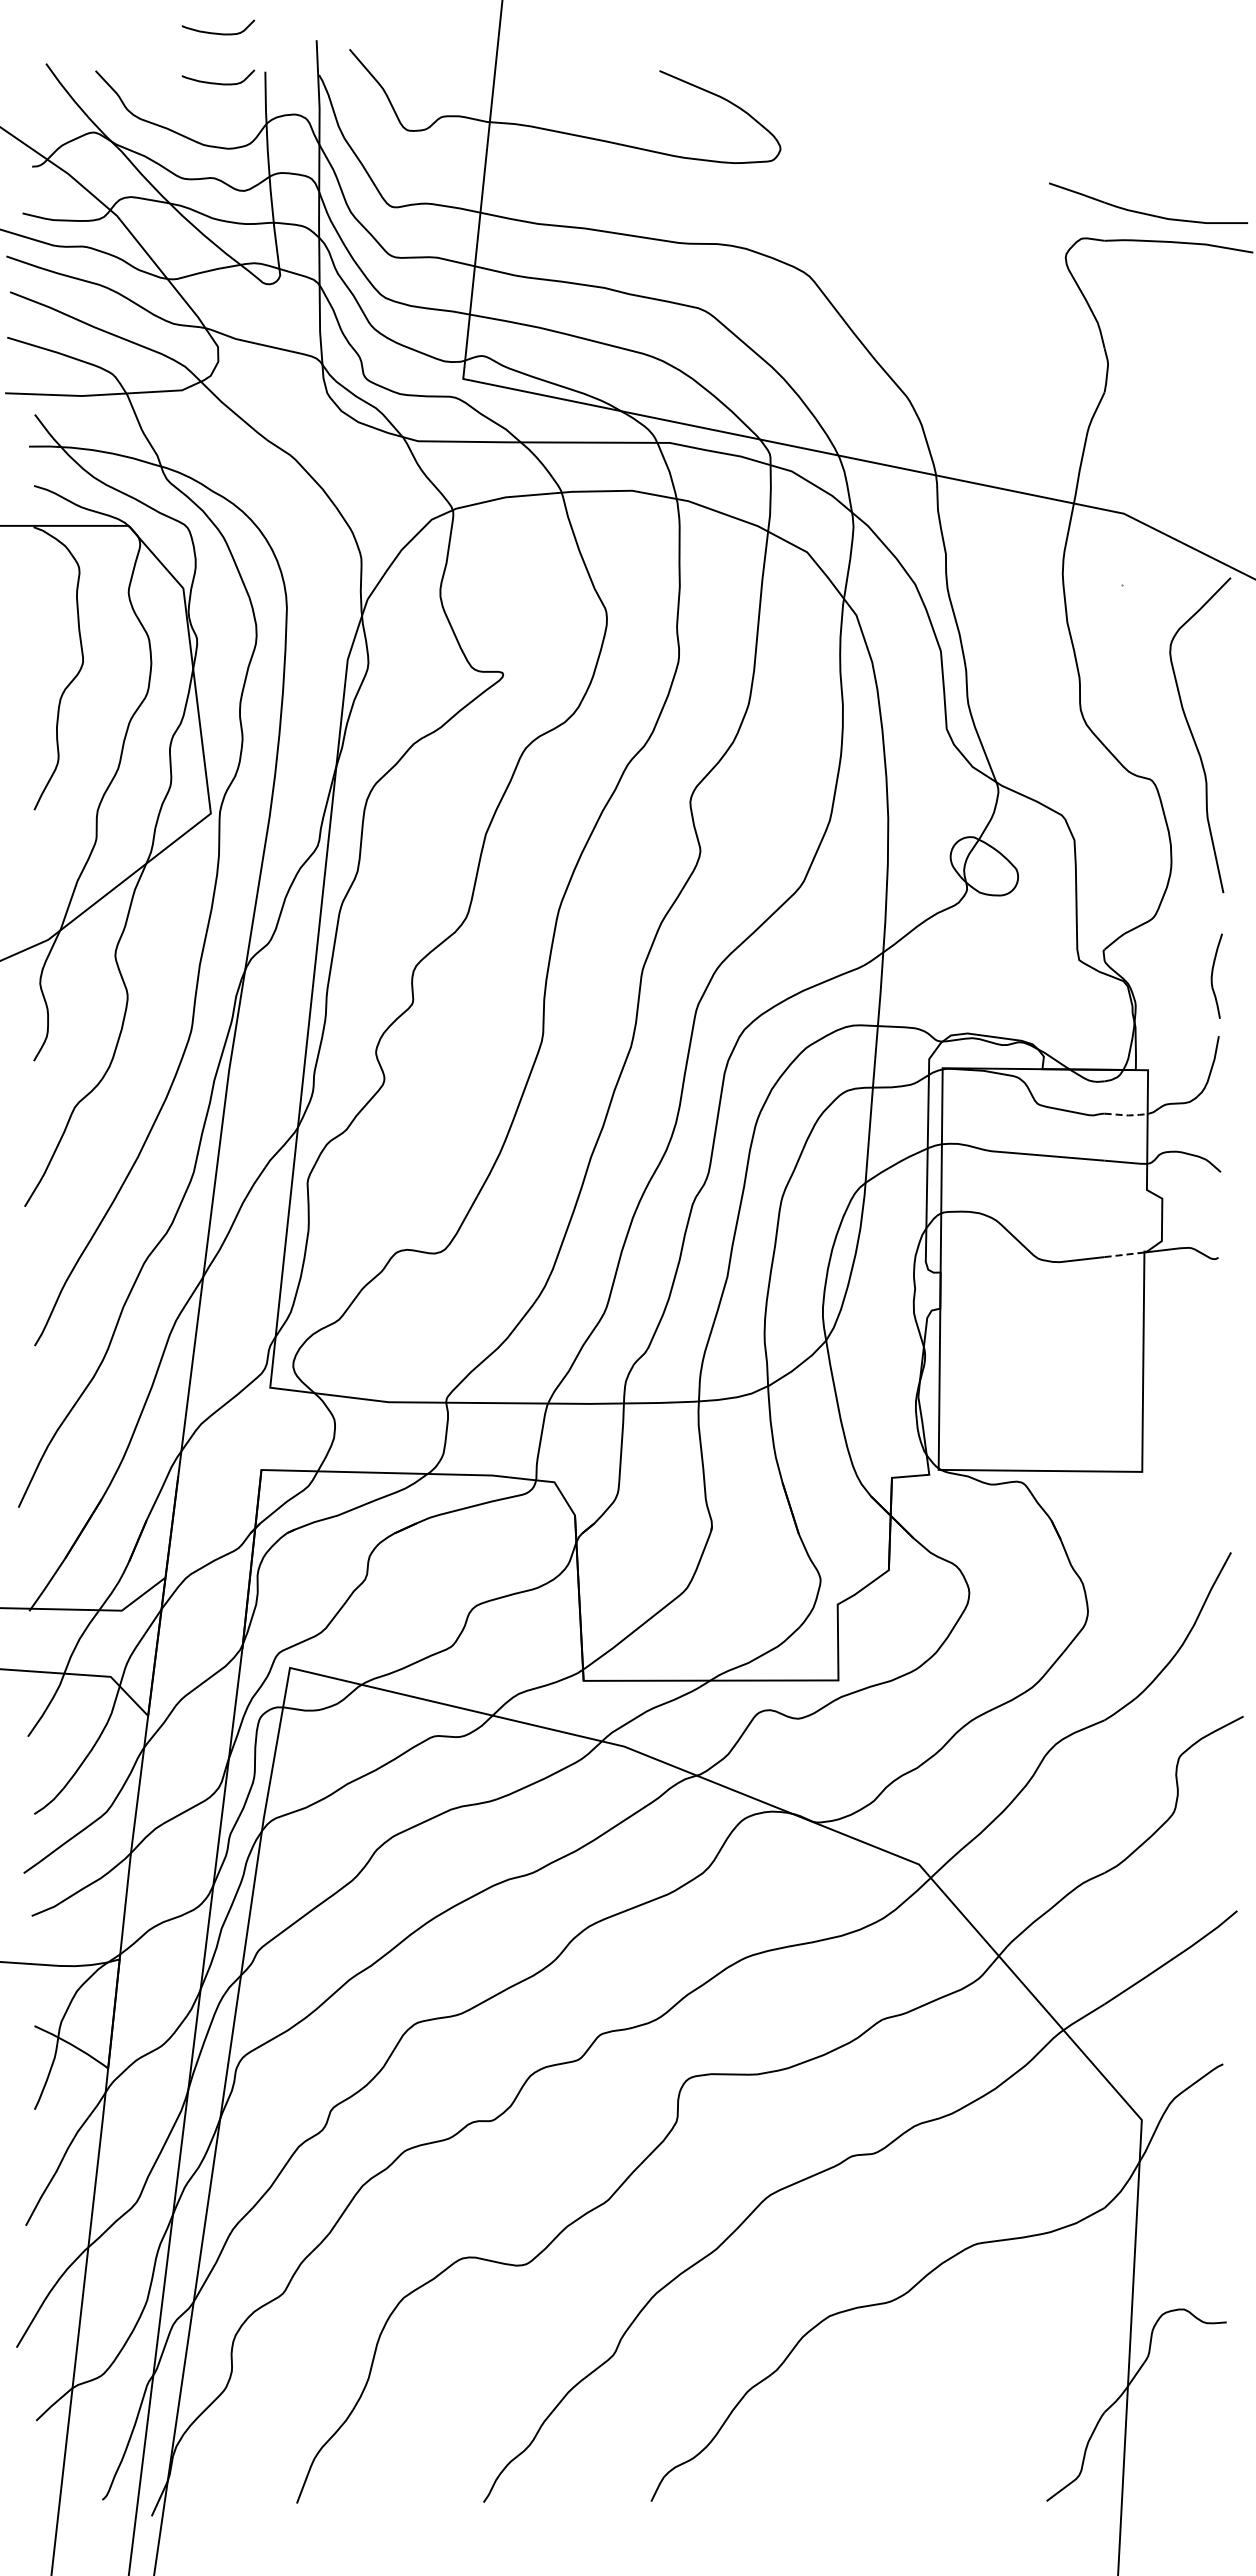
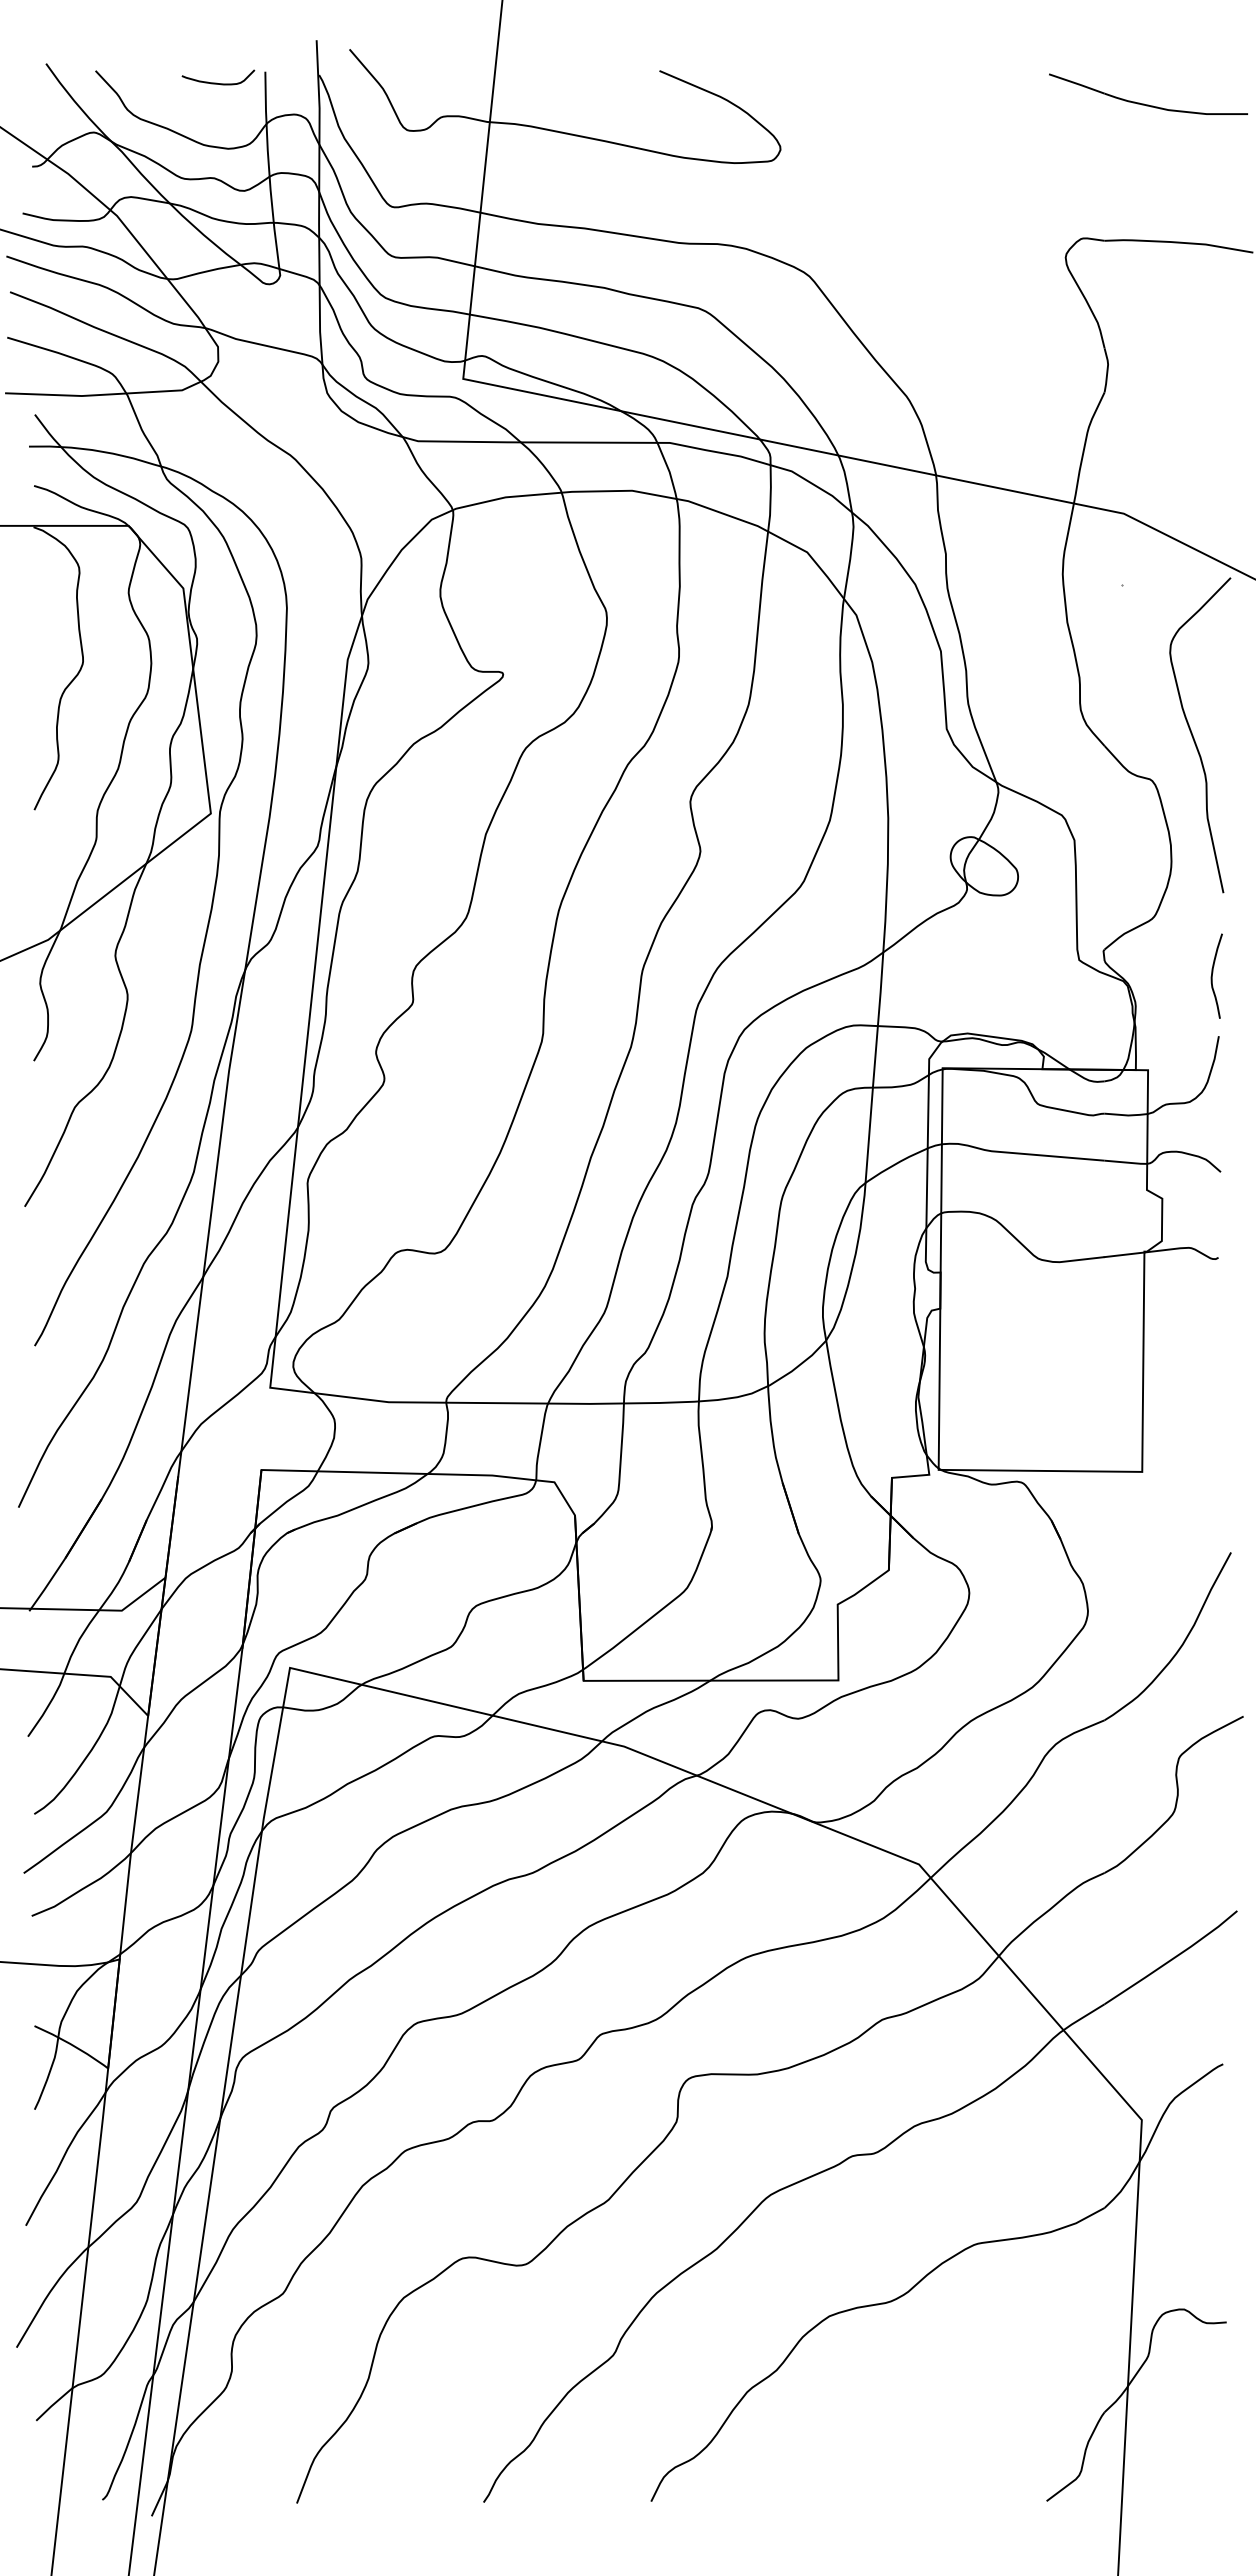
curve at (216, 32): present -> none
part at (1144, 212) position: (1144, 212) -> (1144, 103)
line at (1128, 1115): dashed -> solid
line at (1125, 1254): dashed -> solid
